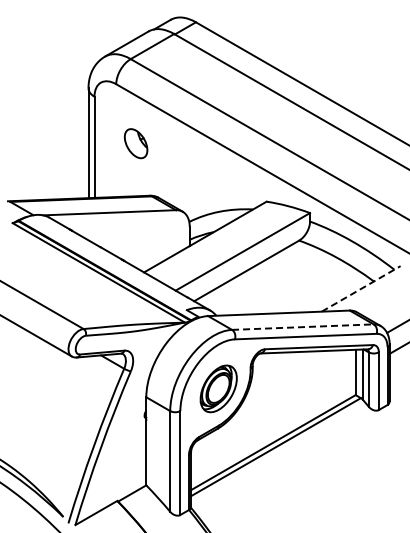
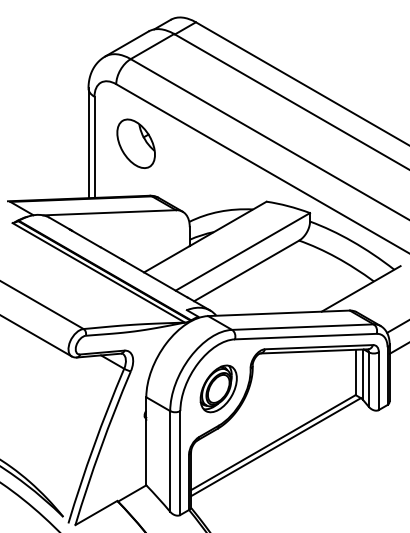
part at (136, 143) size: 25x32 px -> 40x51 px
line at (361, 288): dashed -> solid
line at (302, 327): dashed -> solid
